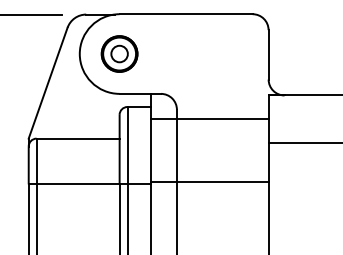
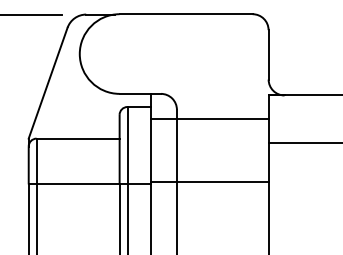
part at (119, 53): present -> none
